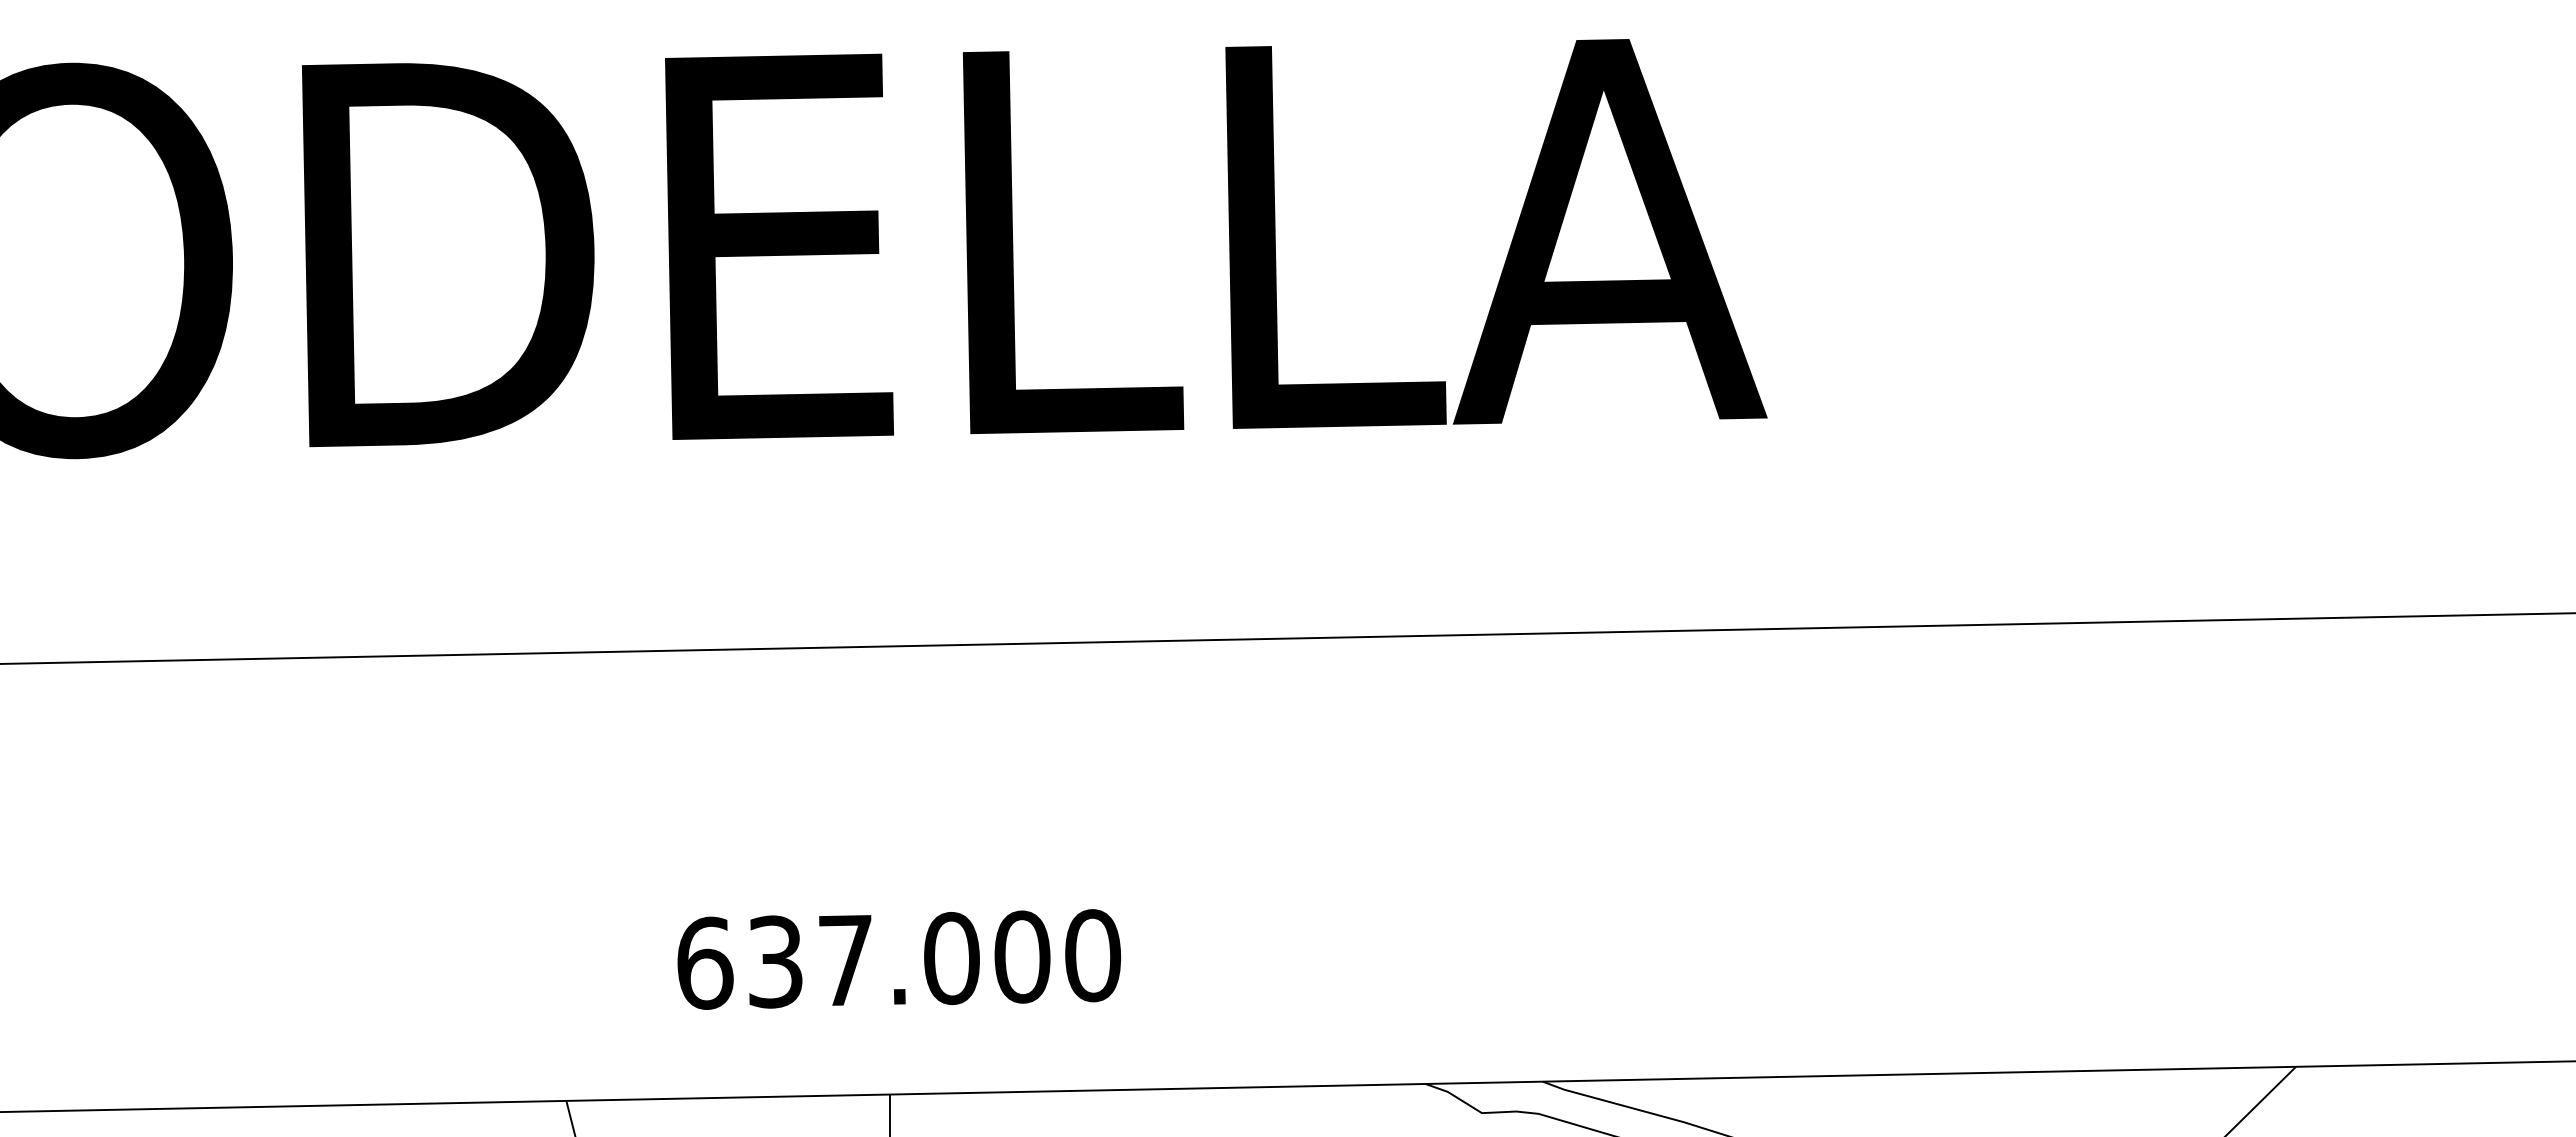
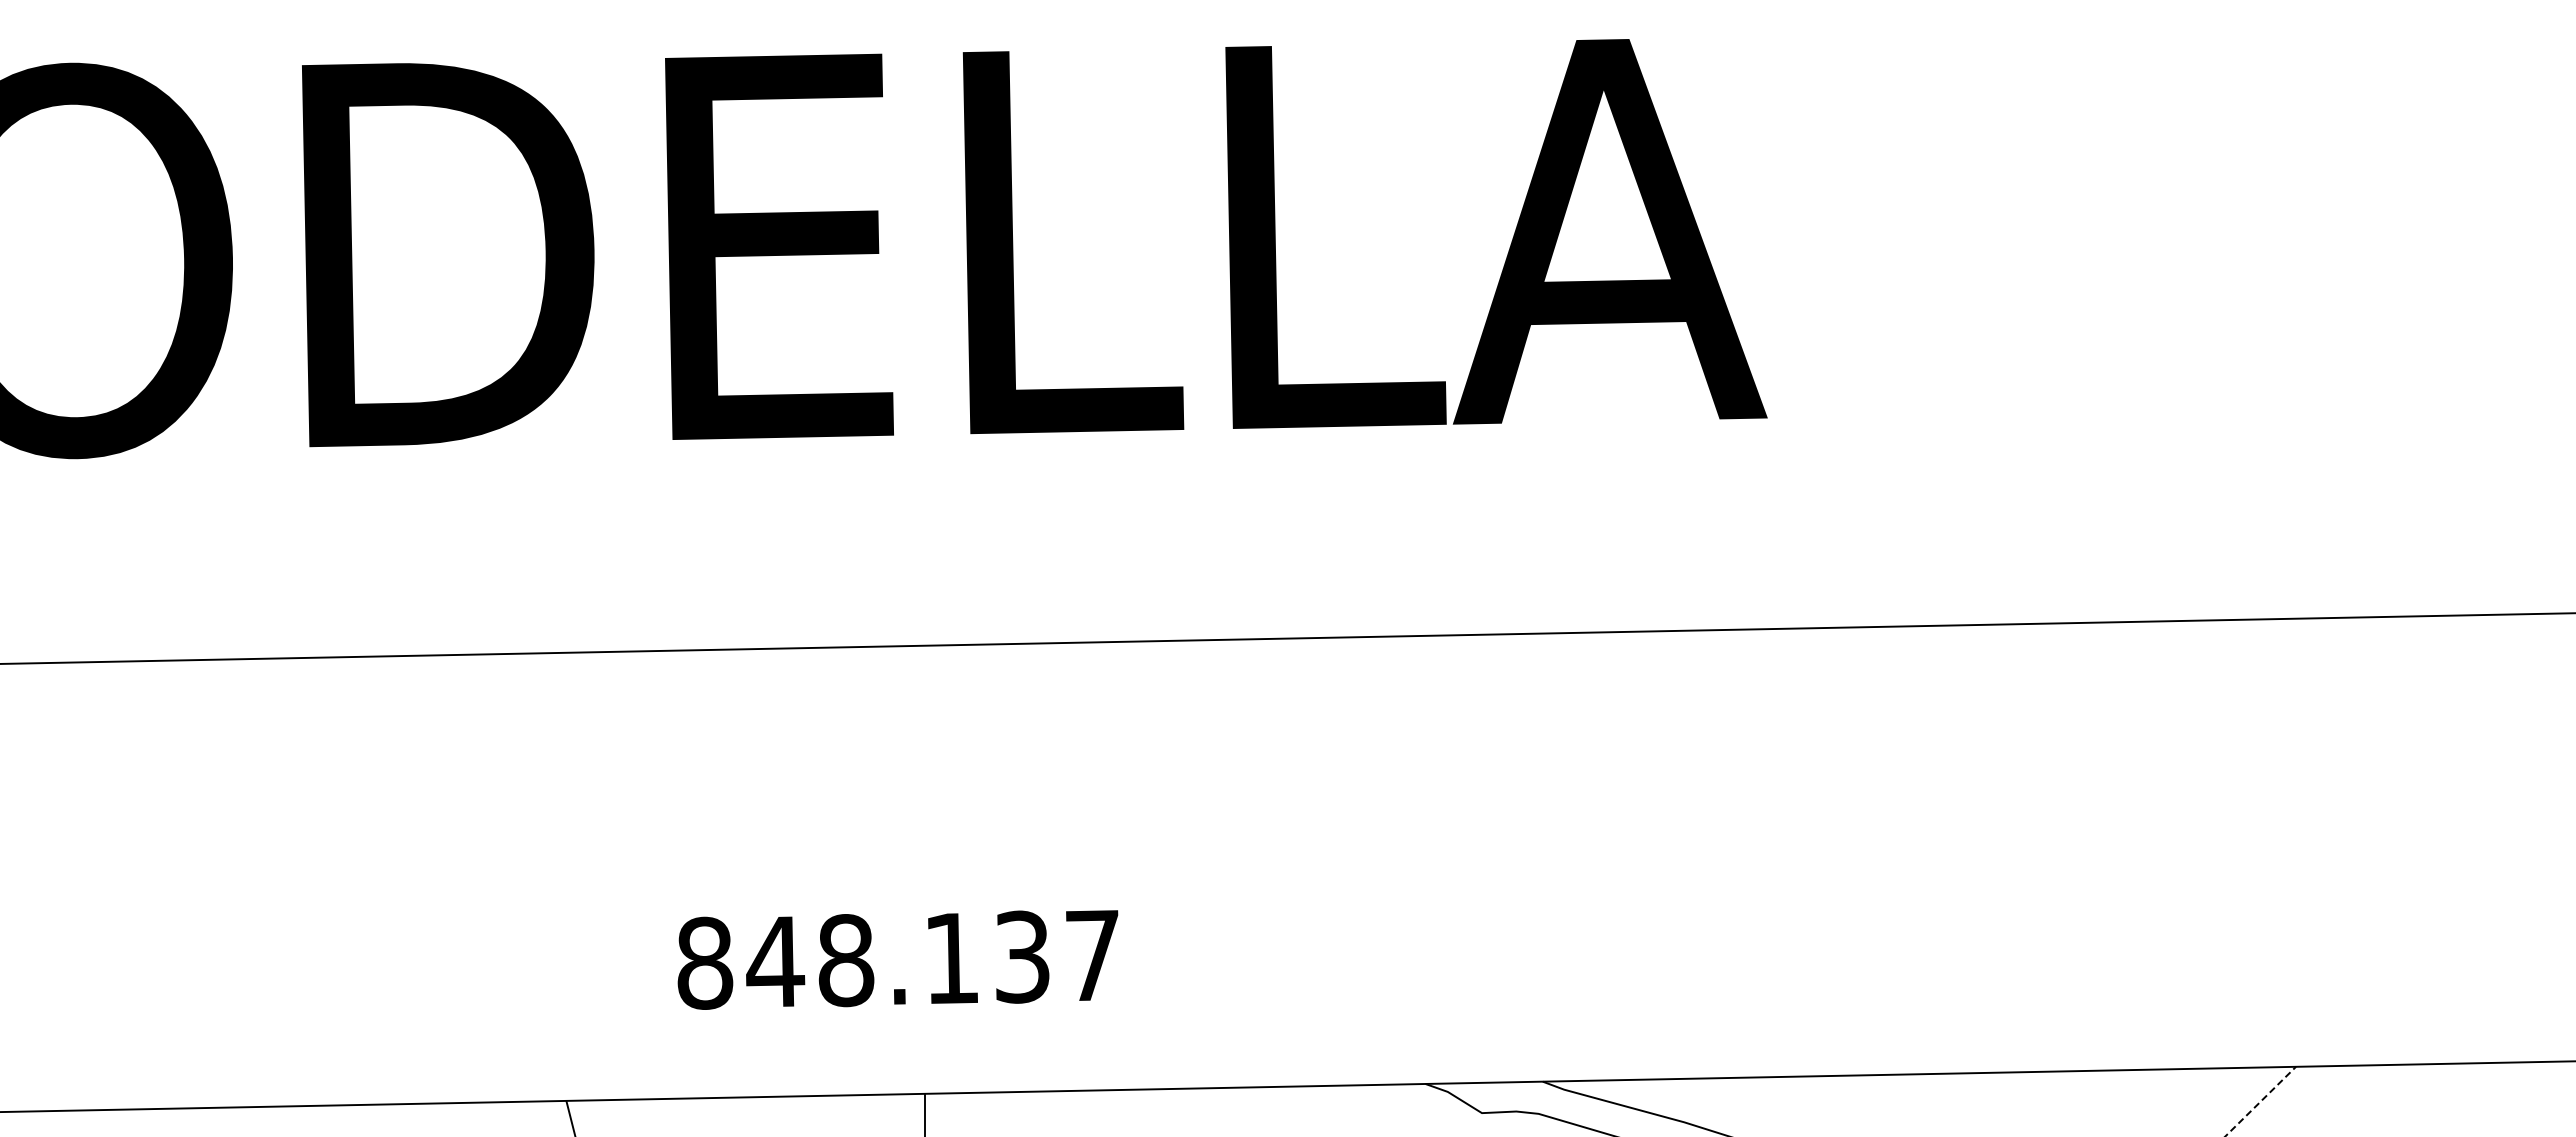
text at (899, 959): 637.000 -> 848.137
line at (2260, 1101): solid -> dashed
line at (889, 1113) position: (889, 1113) -> (924, 1113)
